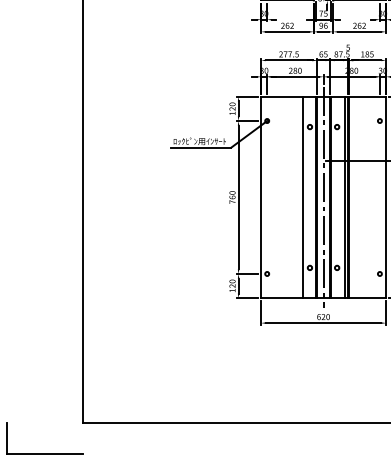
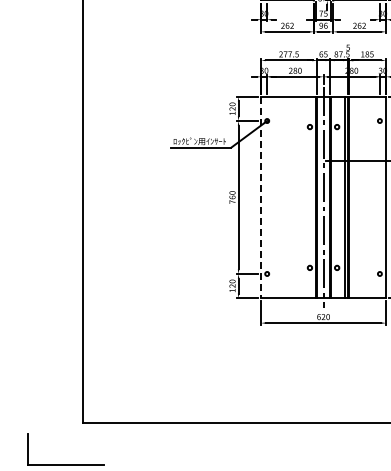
line at (261, 197): solid -> dashed
line at (302, 197): present -> none
part at (44, 453) position: (44, 453) -> (65, 464)
